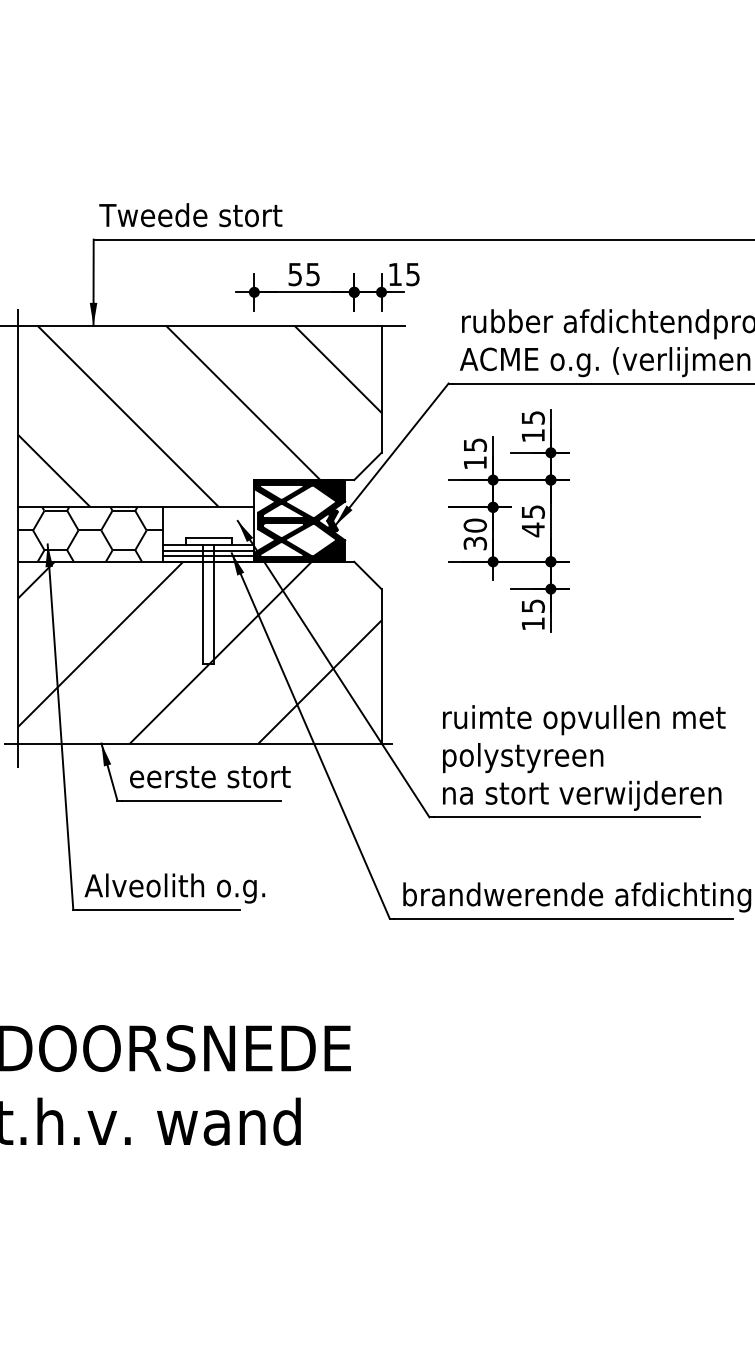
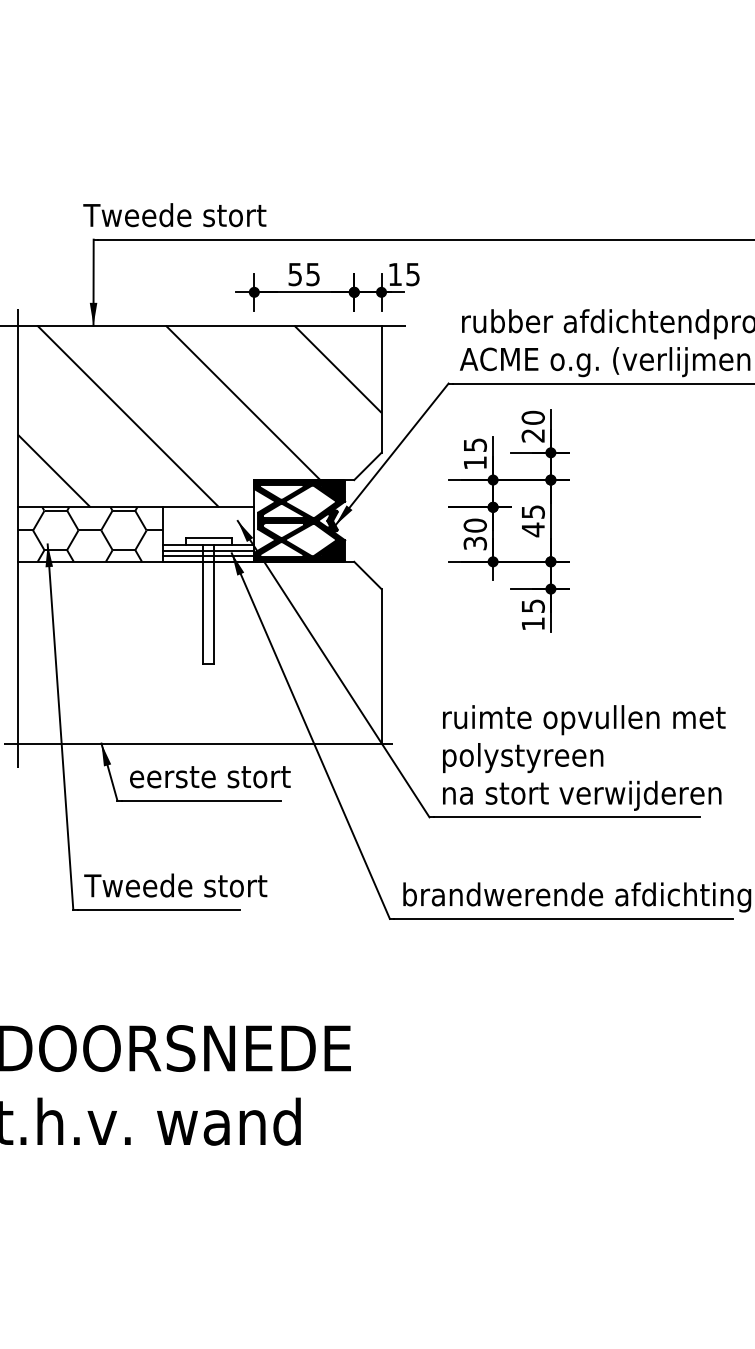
text at (190, 215) position: (190, 215) -> (174, 215)
text at (532, 426): 15 -> 20
hatch at (199, 652): present -> none
text at (175, 888): Alveolith o.g. -> Tweede stort
